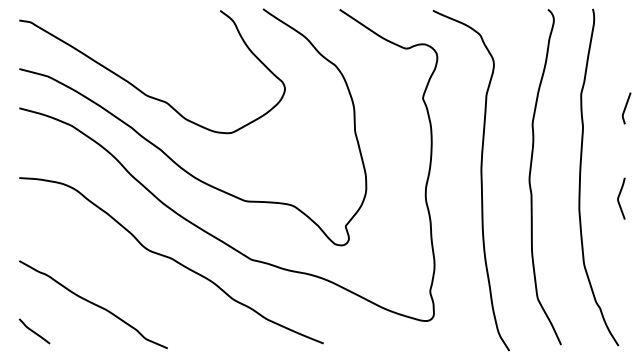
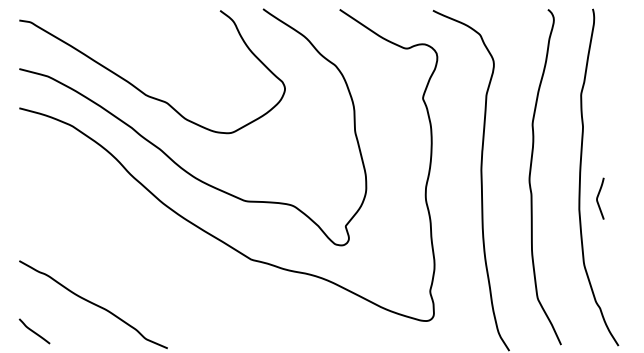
curve at (626, 108): present -> none
curve at (619, 197) position: (619, 197) -> (598, 197)
curve at (171, 259): present -> none
